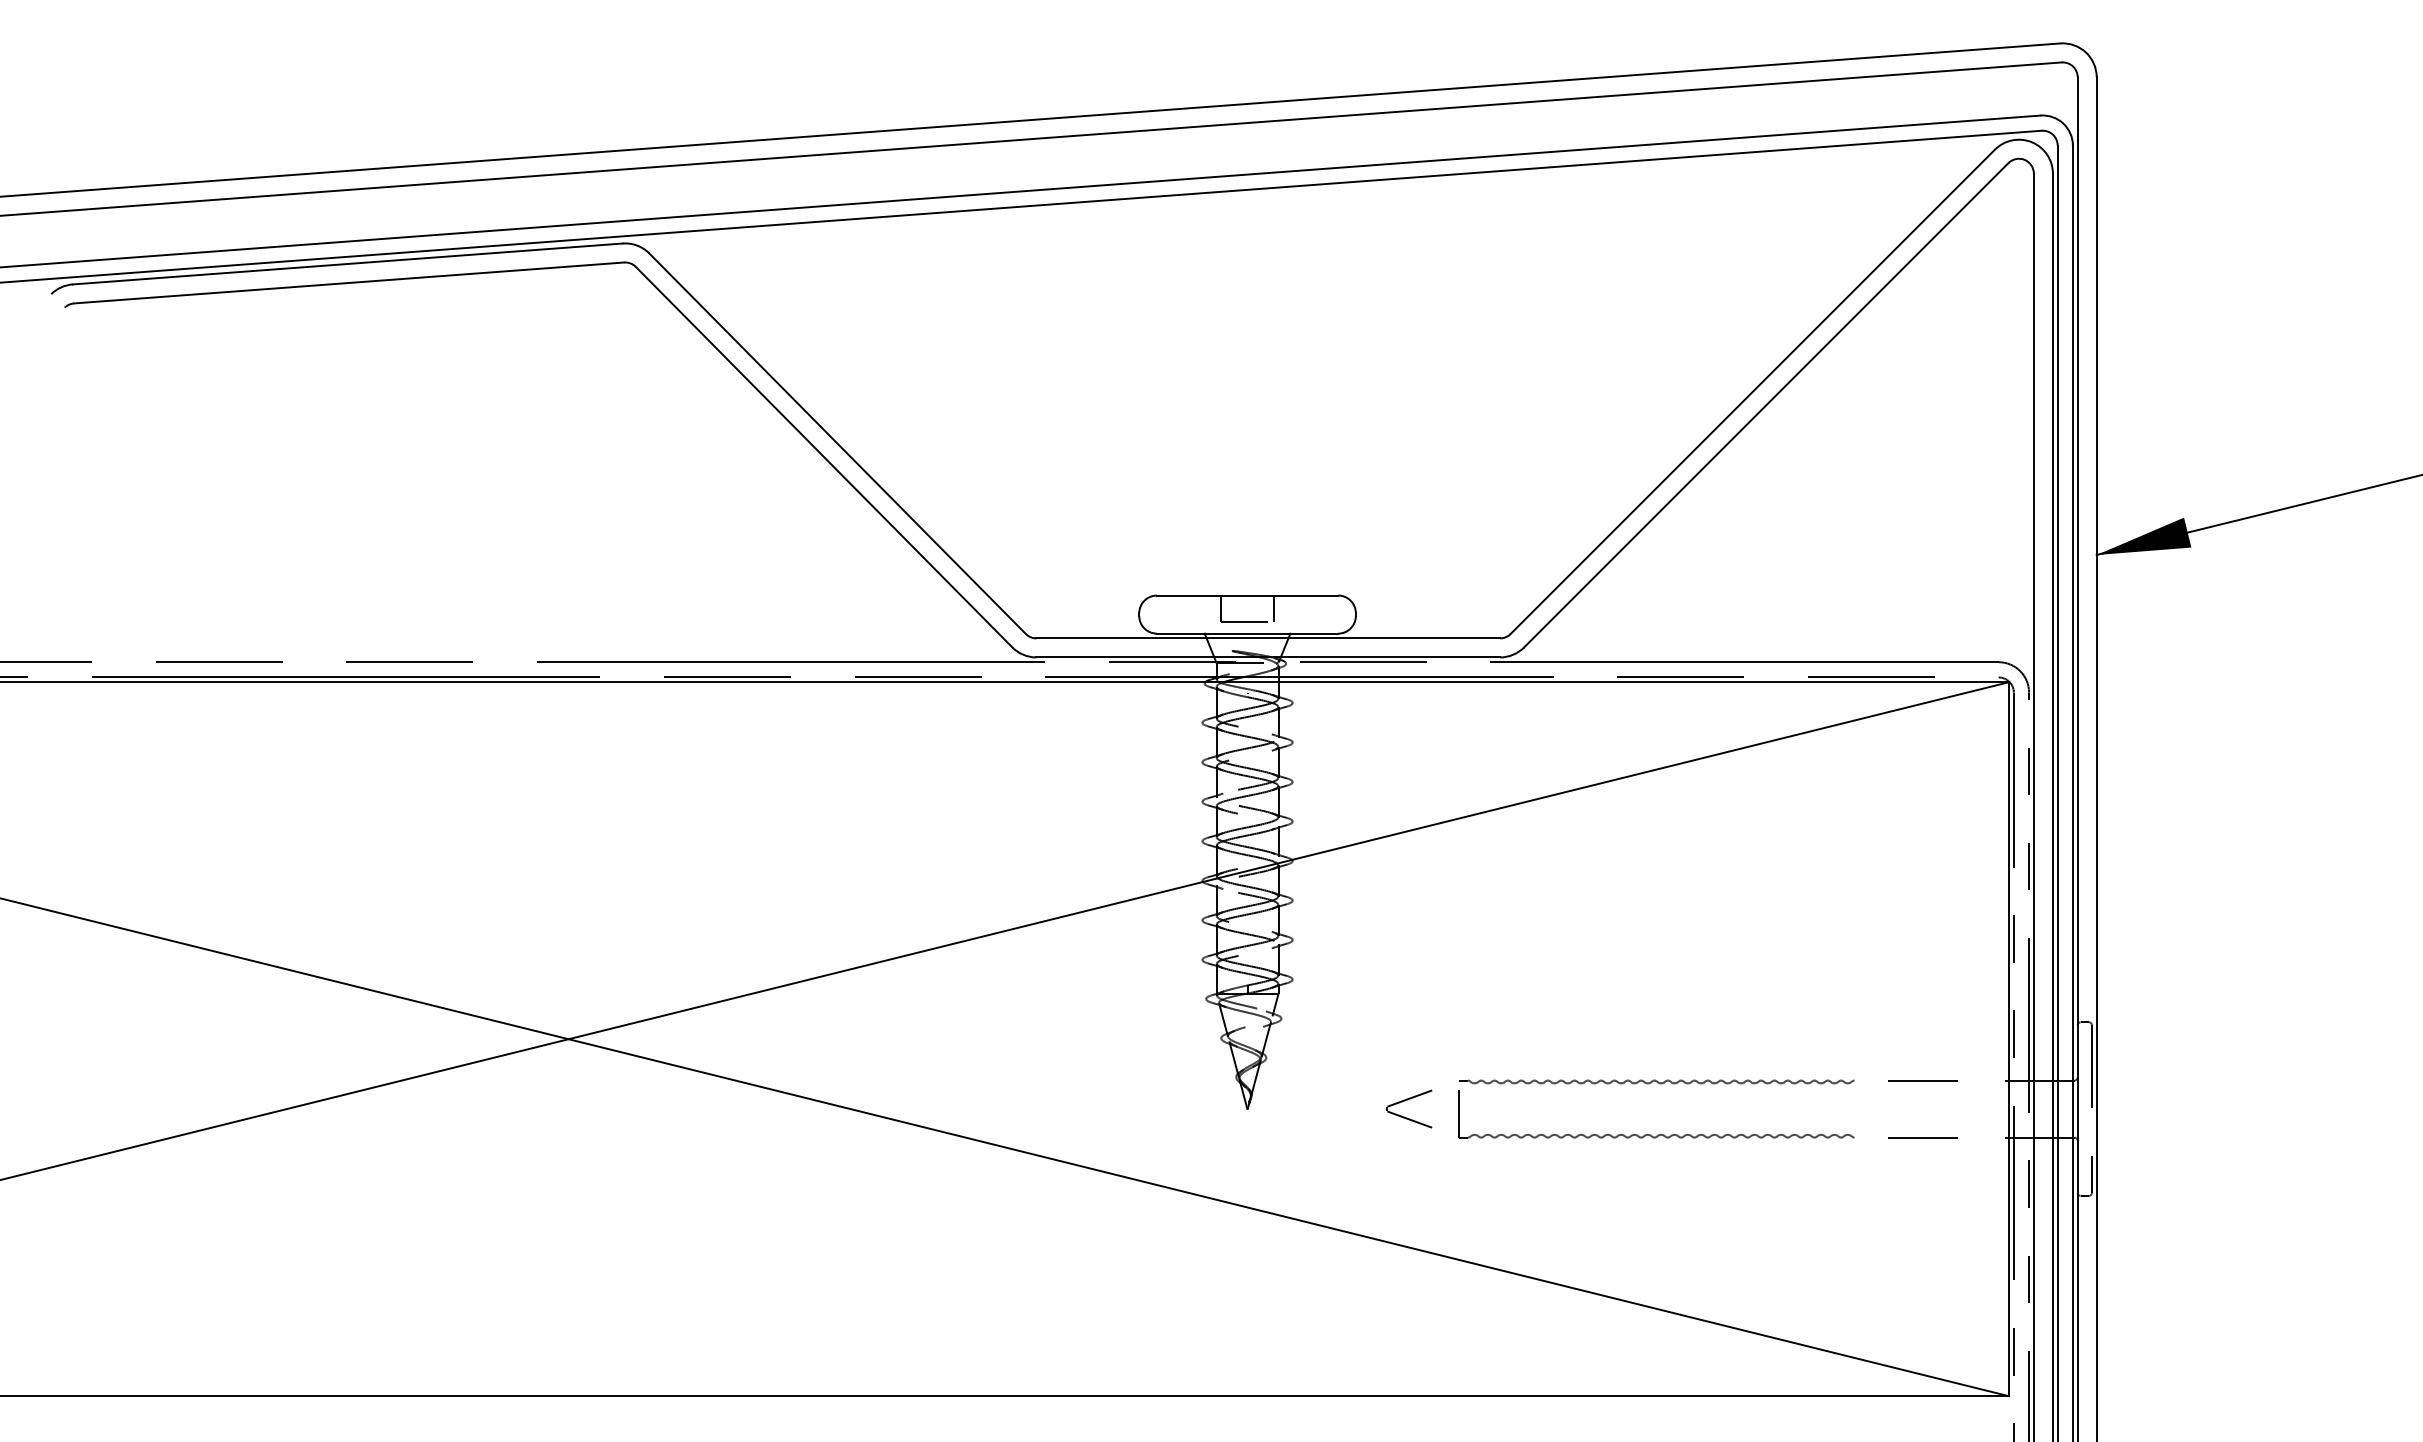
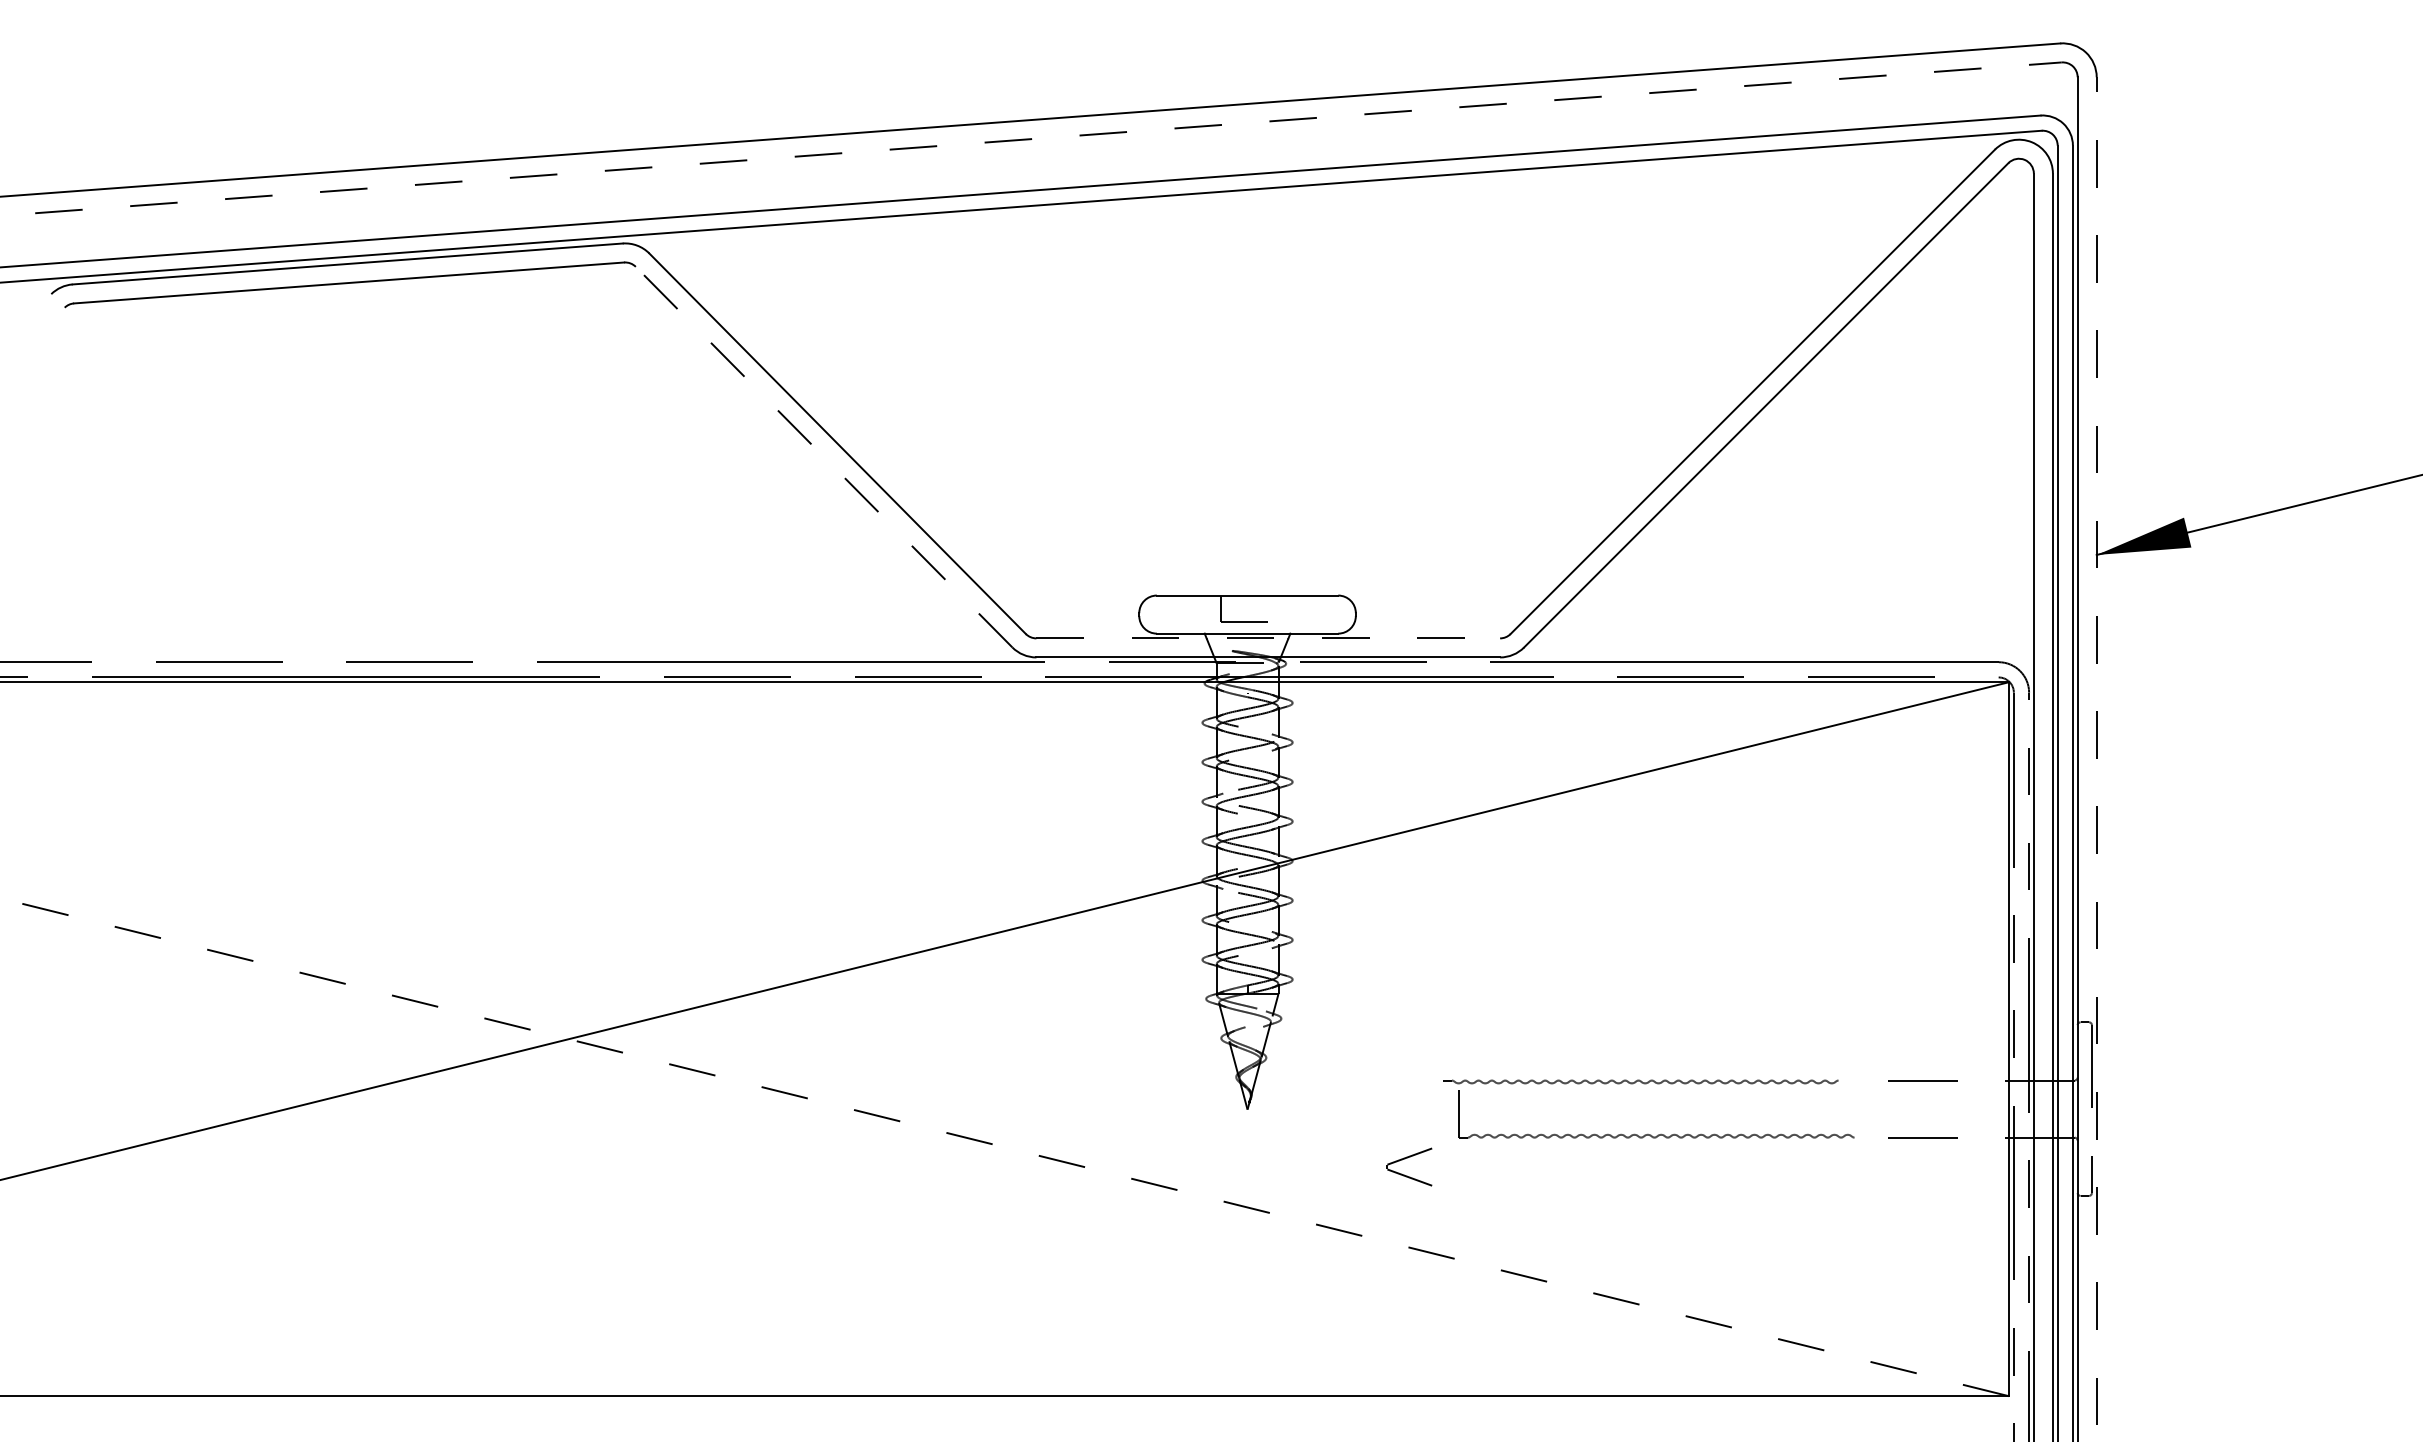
line at (1031, 139): solid -> dashed
line at (824, 457): solid -> dashed
line at (1274, 608): present -> none
line at (1268, 638): solid -> dashed
line at (2096, 759): solid -> dashed
part at (1656, 1081) position: (1656, 1081) -> (1640, 1081)
part at (1405, 1101) position: (1405, 1101) -> (1405, 1159)
line at (1004, 1147): solid -> dashed
